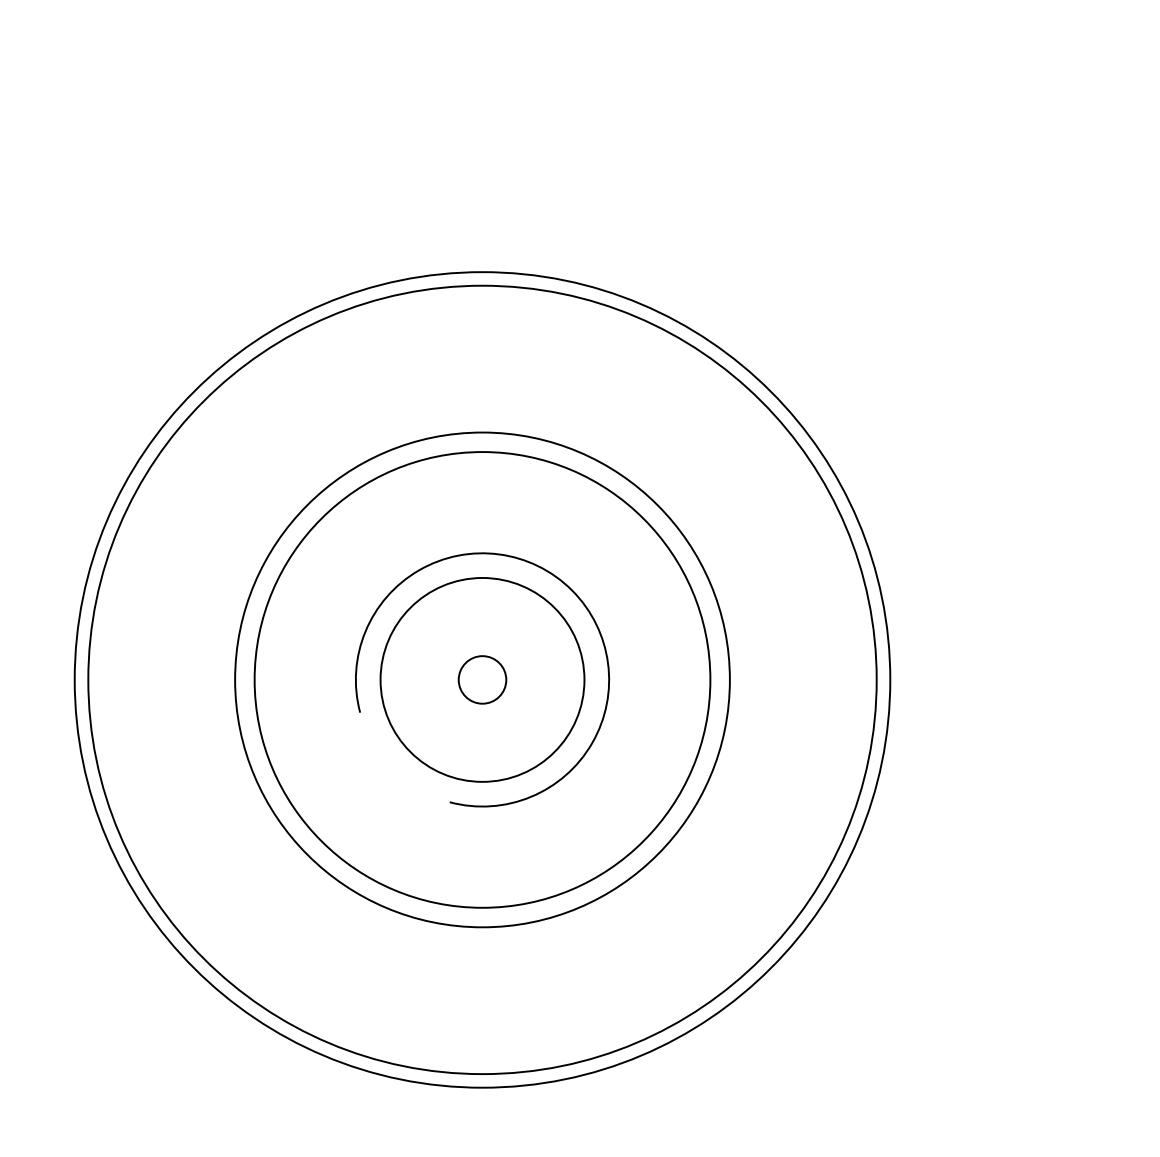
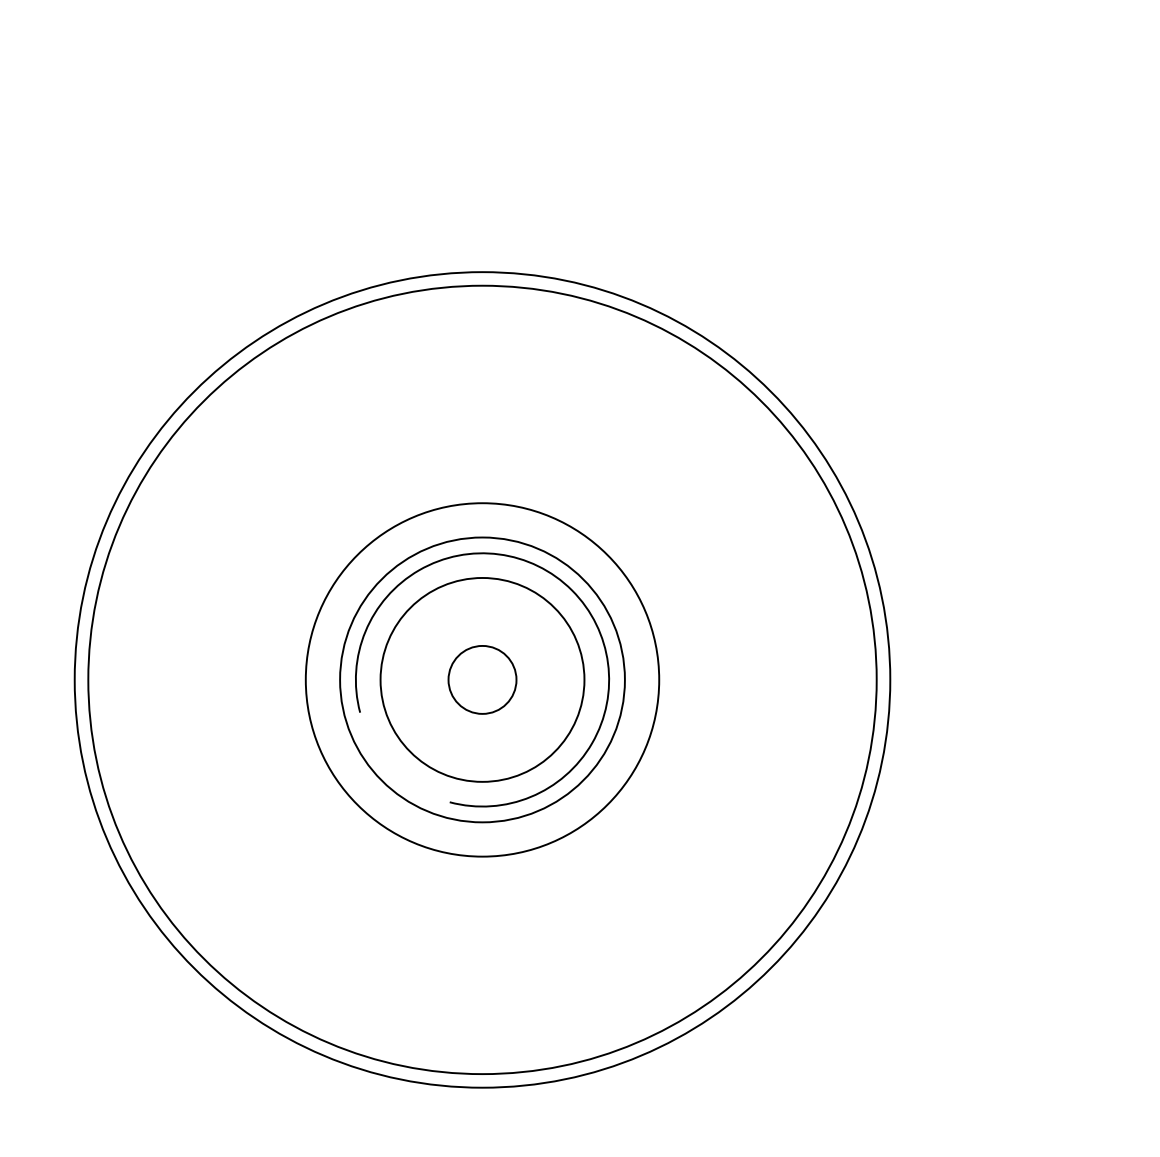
circle at (482, 679) diameter: 456 px -> 285 px
circle at (482, 679) diameter: 48 px -> 68 px
circle at (482, 679) diameter: 495 px -> 353 px
